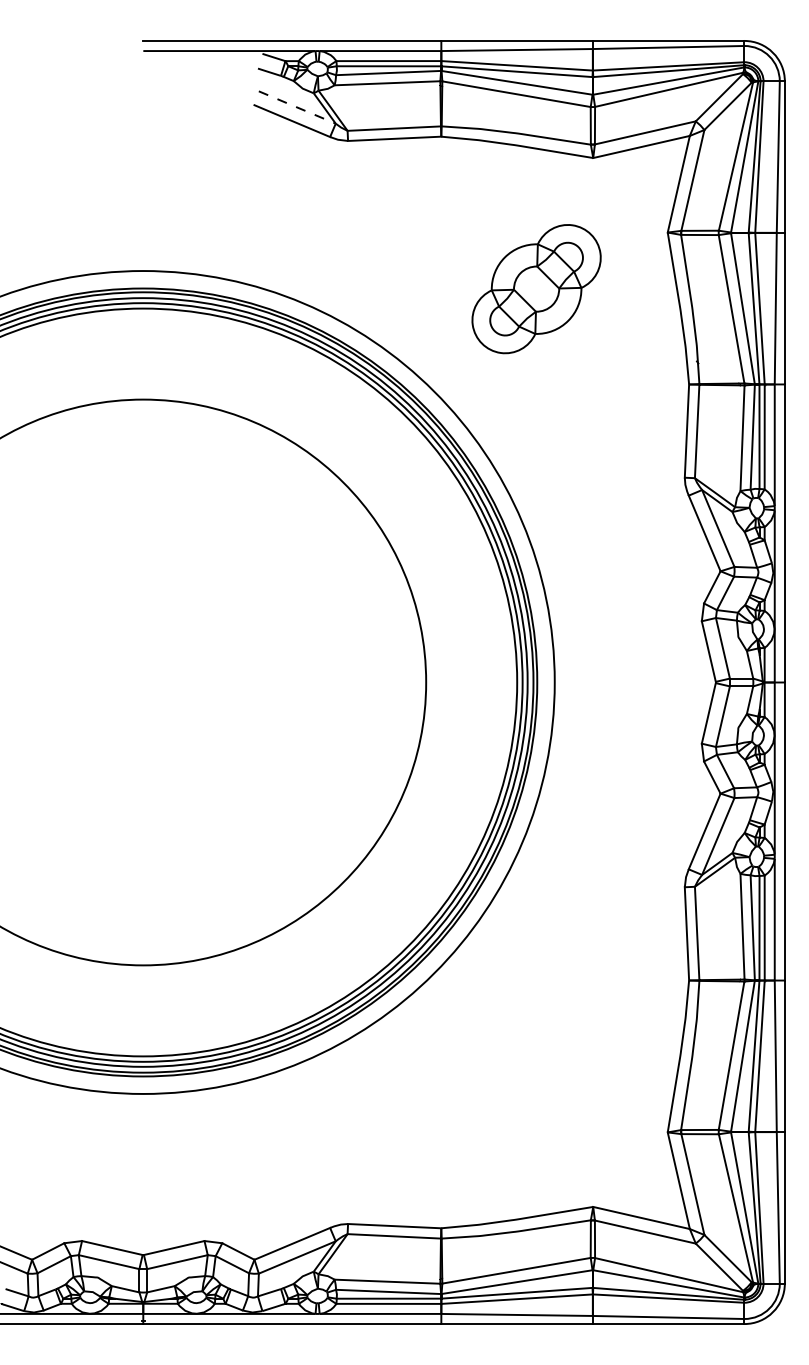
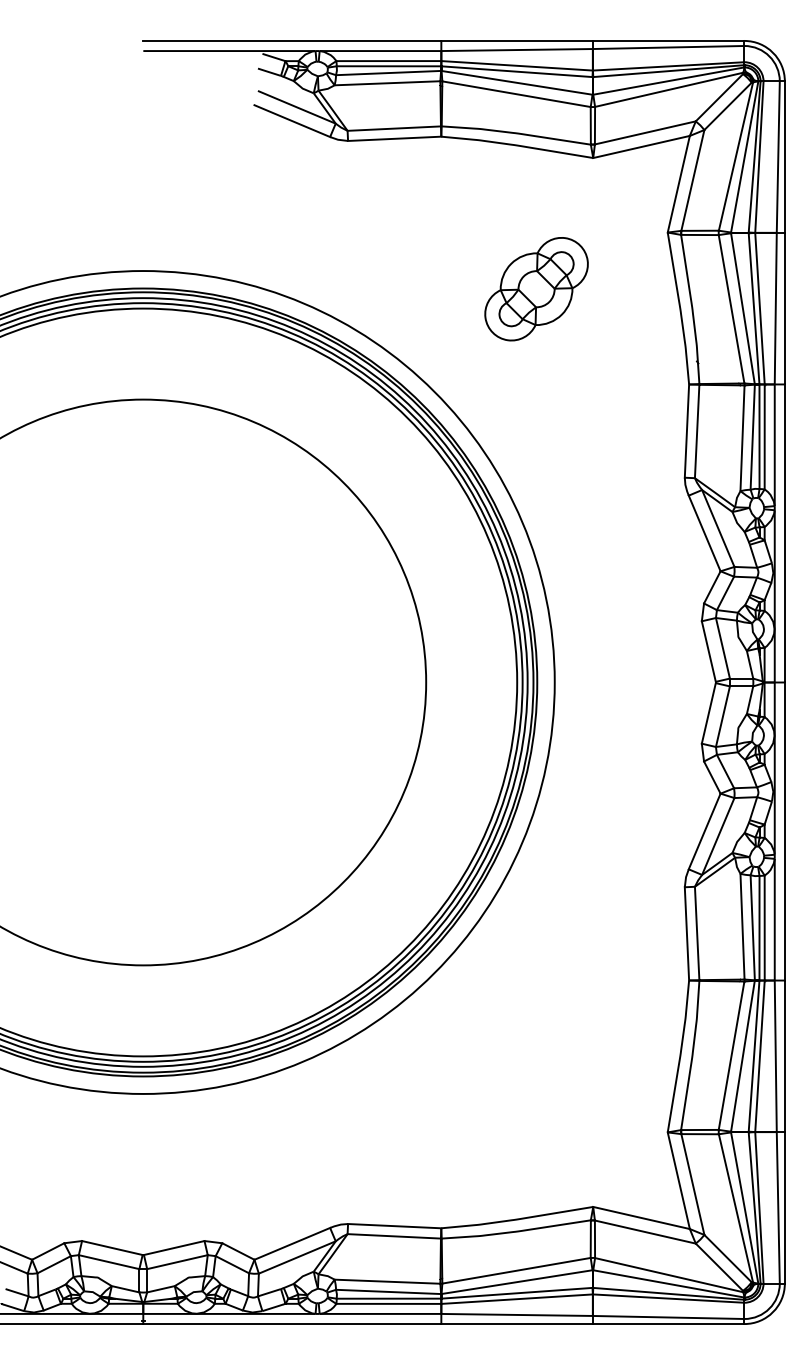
line at (297, 107): dashed -> solid
part at (536, 289) size: 131x131 px -> 105x105 px
